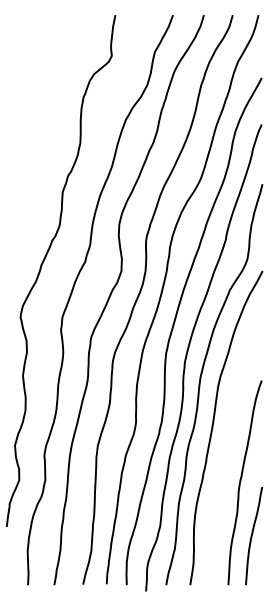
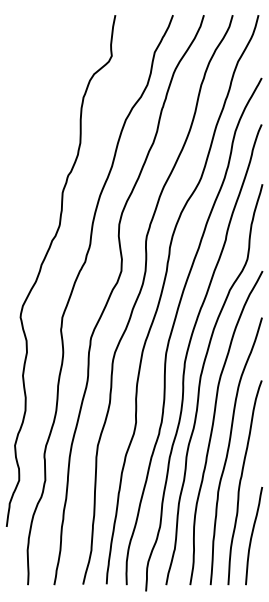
curve at (229, 449): none -> present
